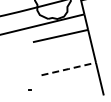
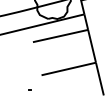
line at (68, 69): dashed -> solid
